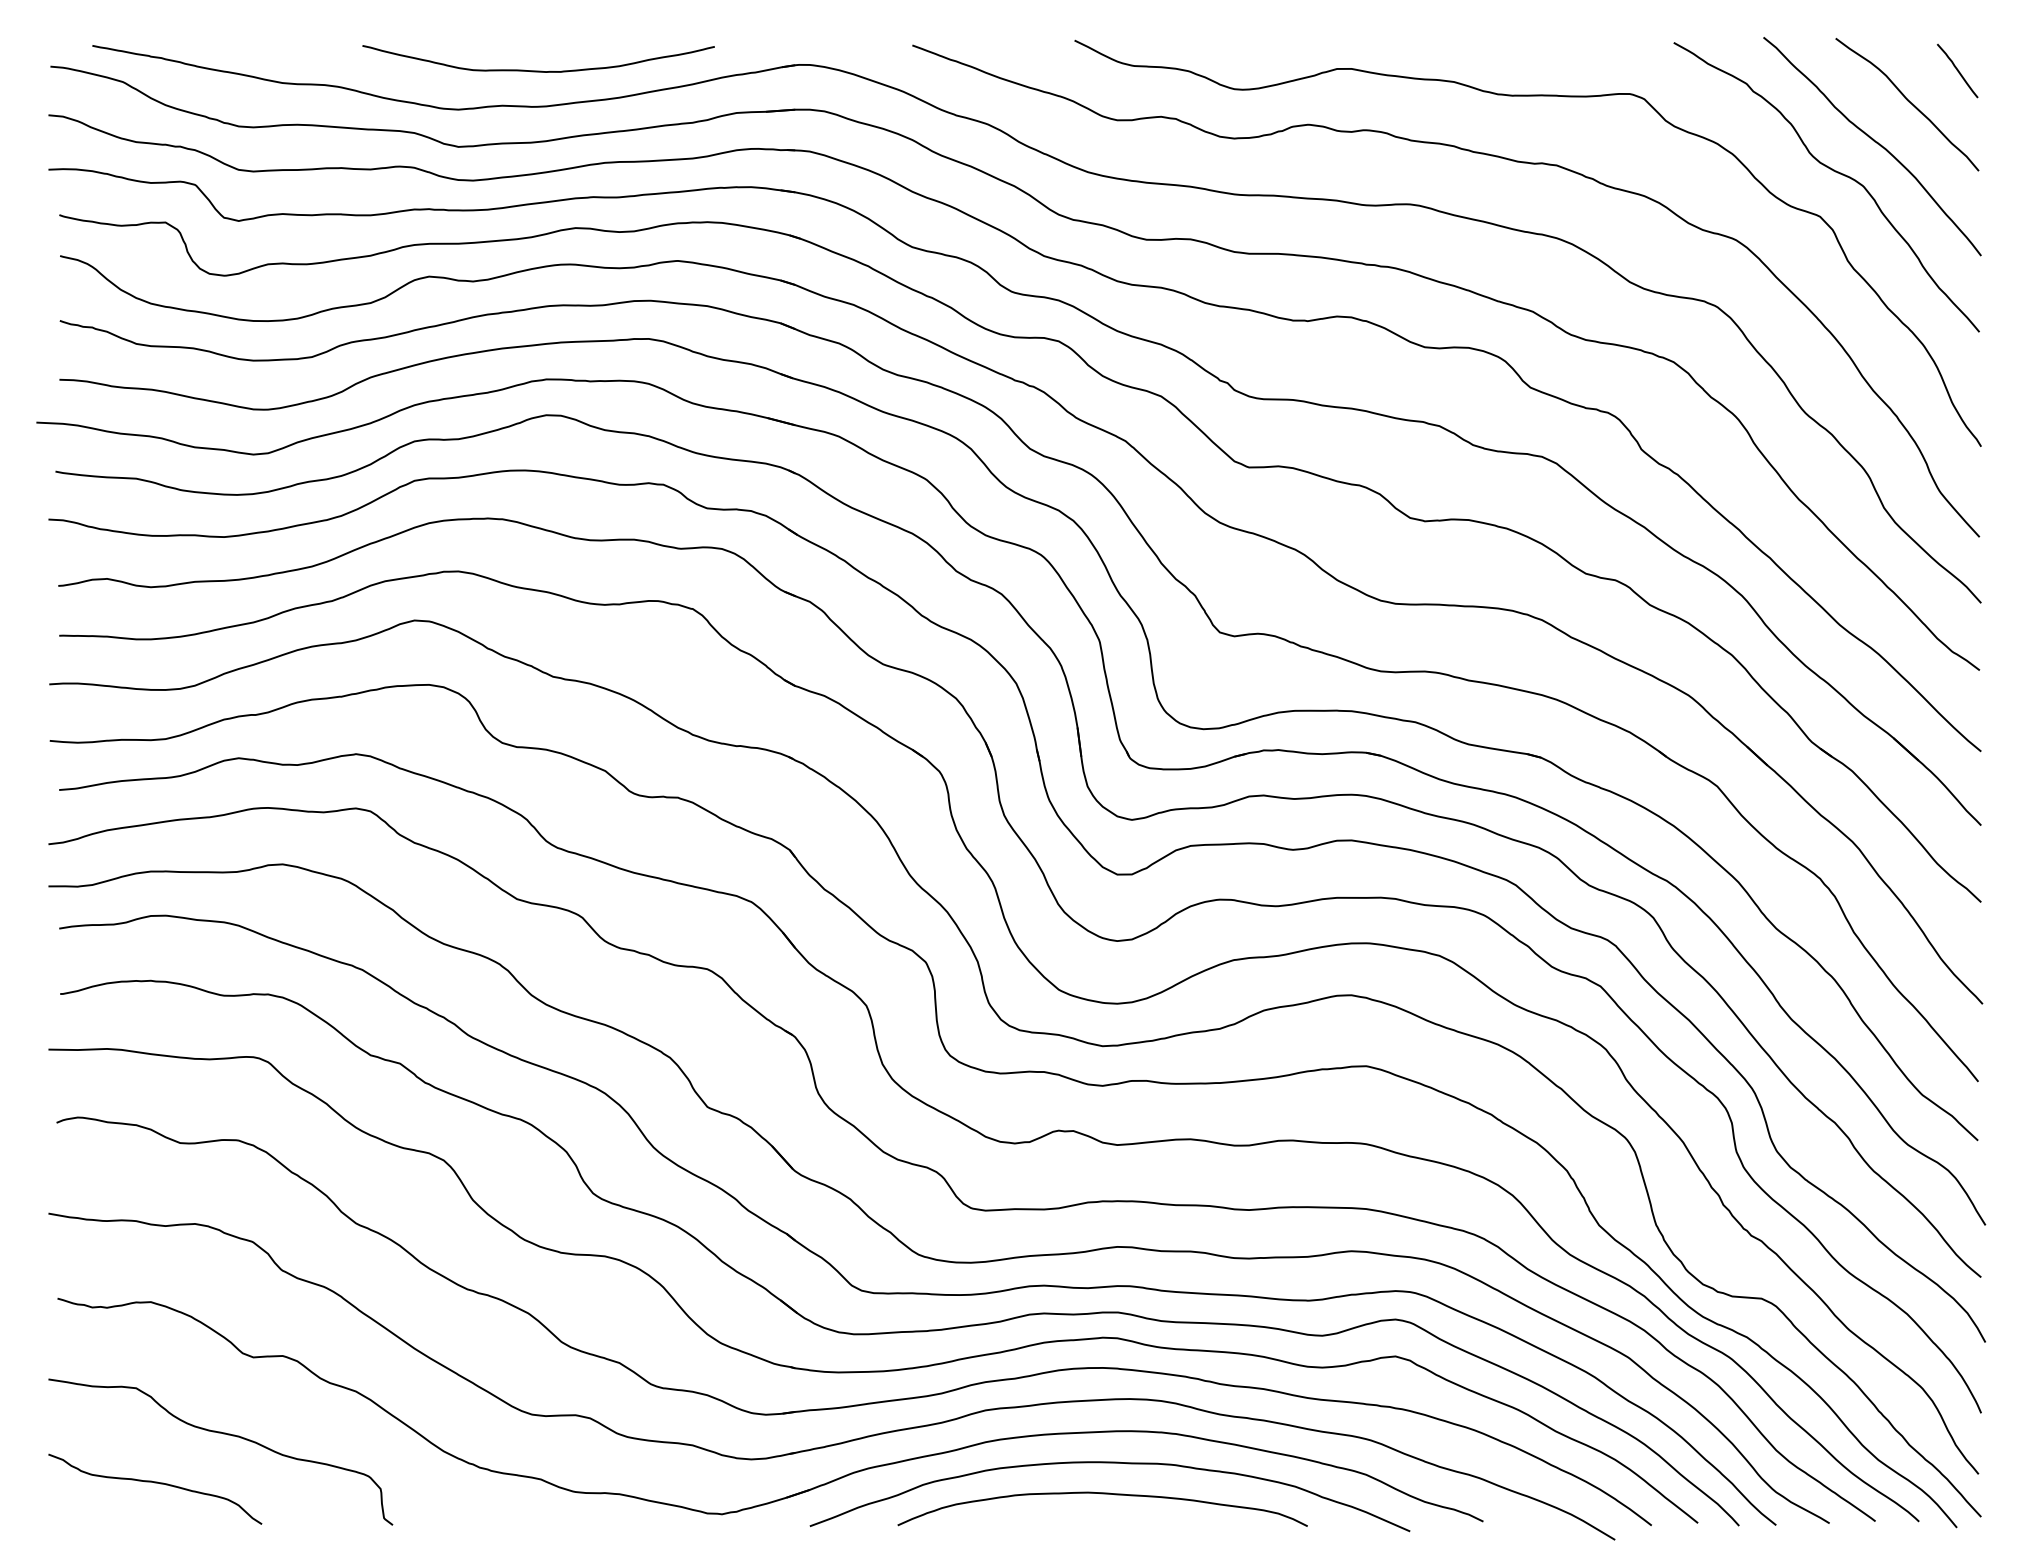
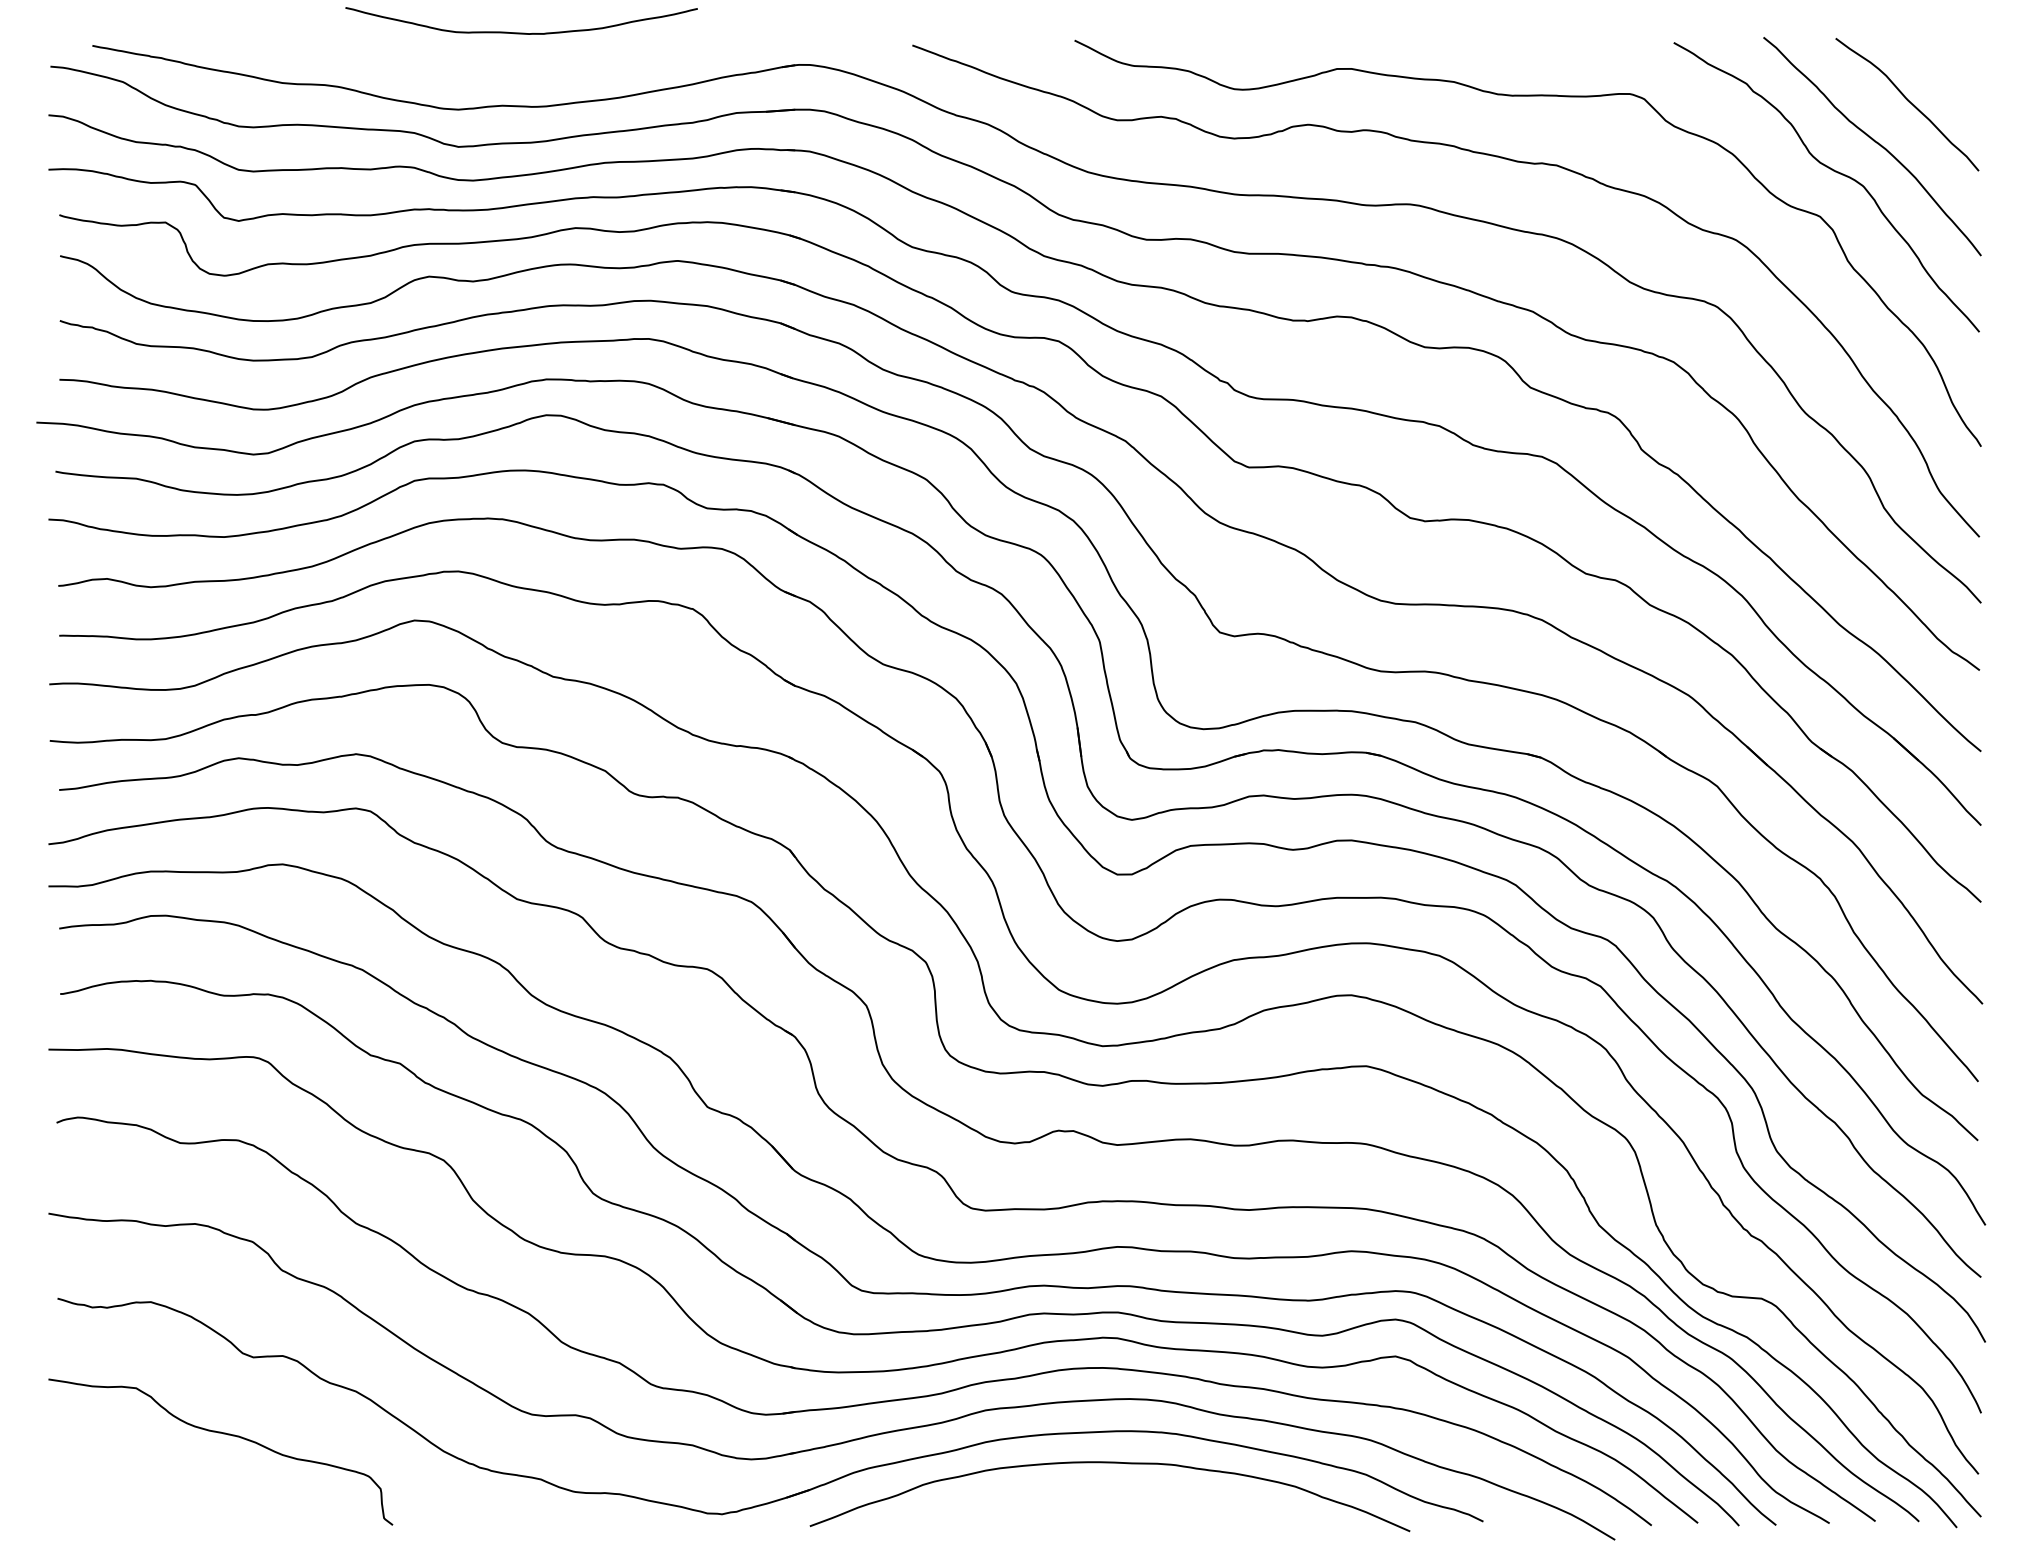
curve at (538, 70) position: (538, 70) -> (521, 32)
curve at (1957, 70): present -> none
curve at (155, 1483): present -> none
curve at (1102, 1494): present -> none
